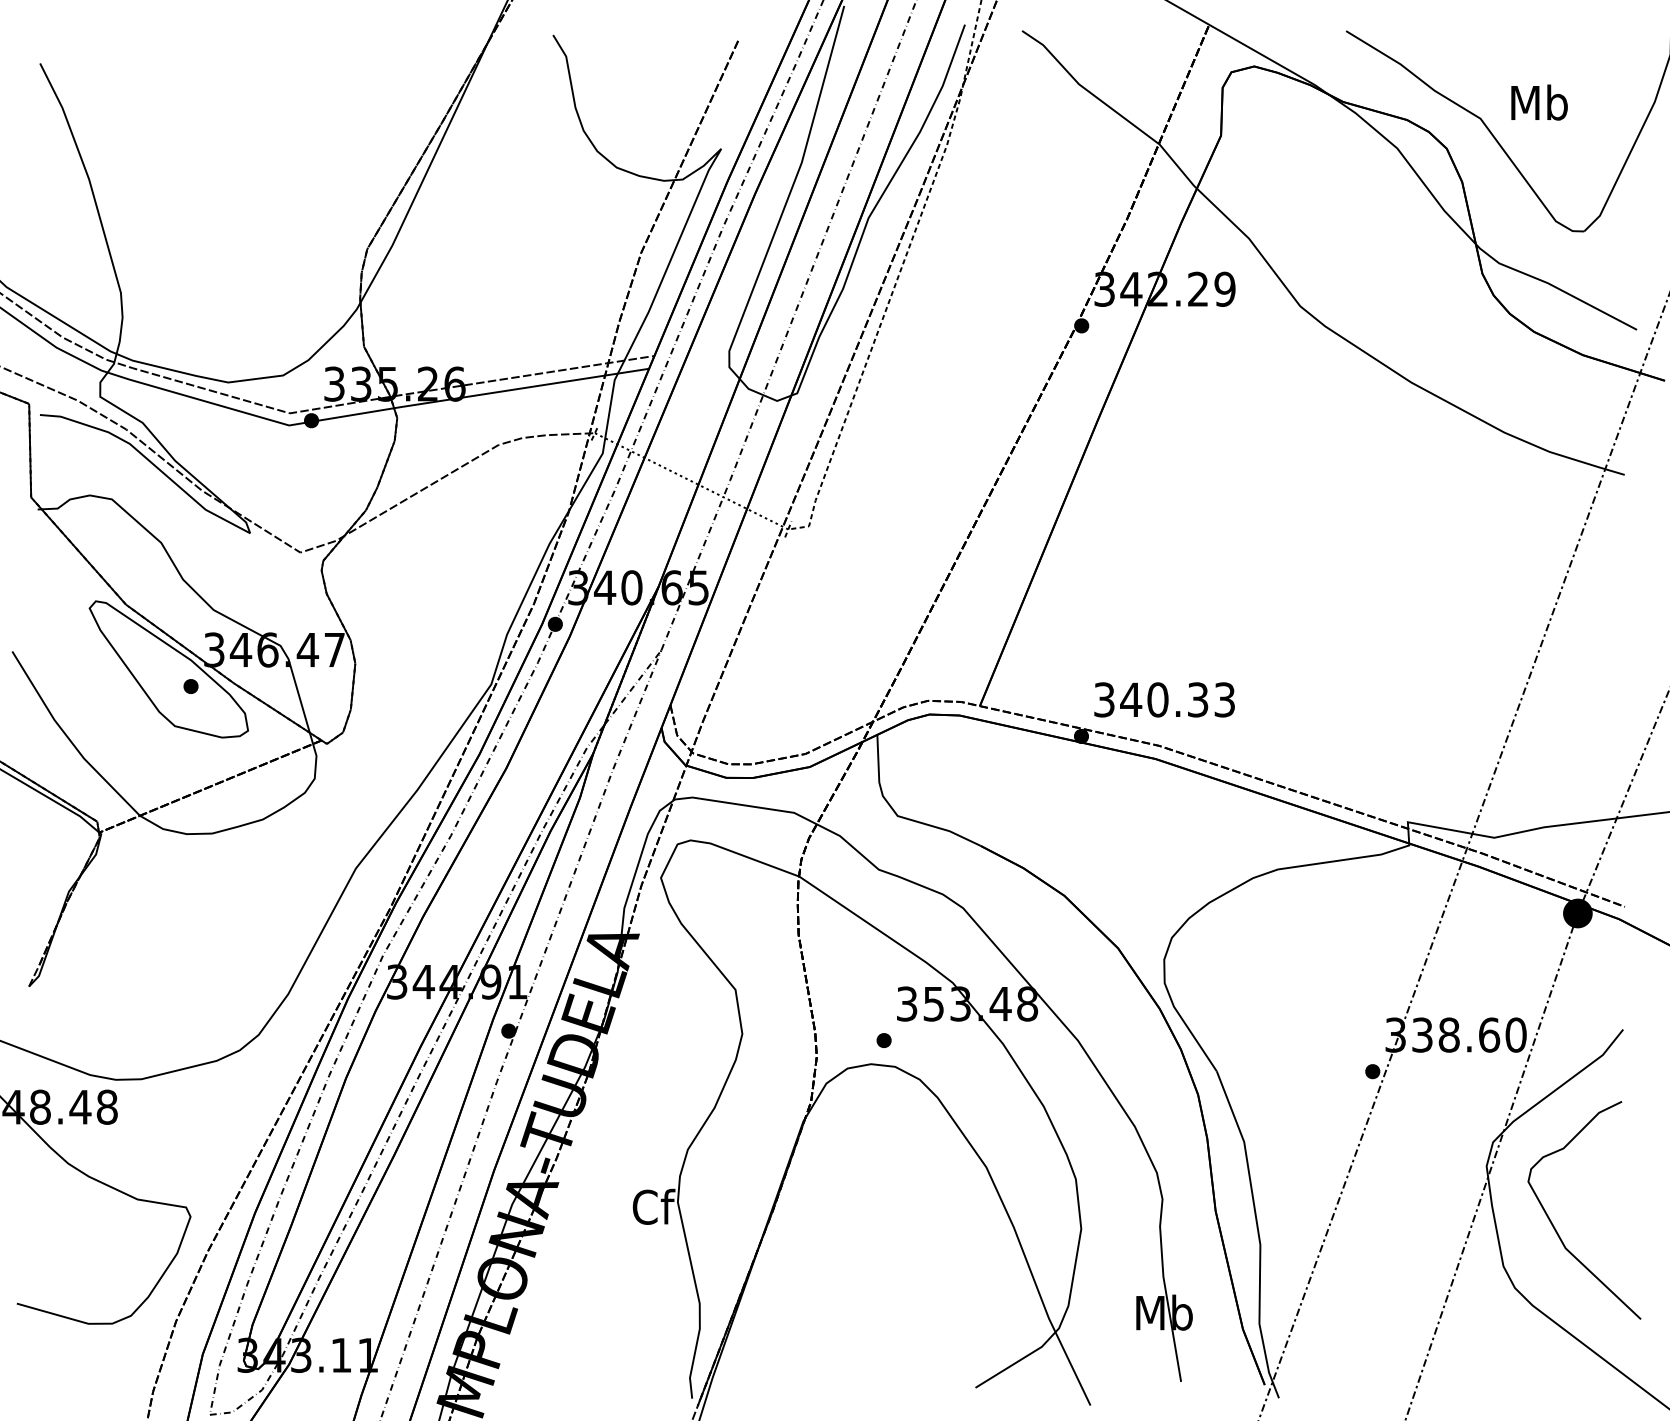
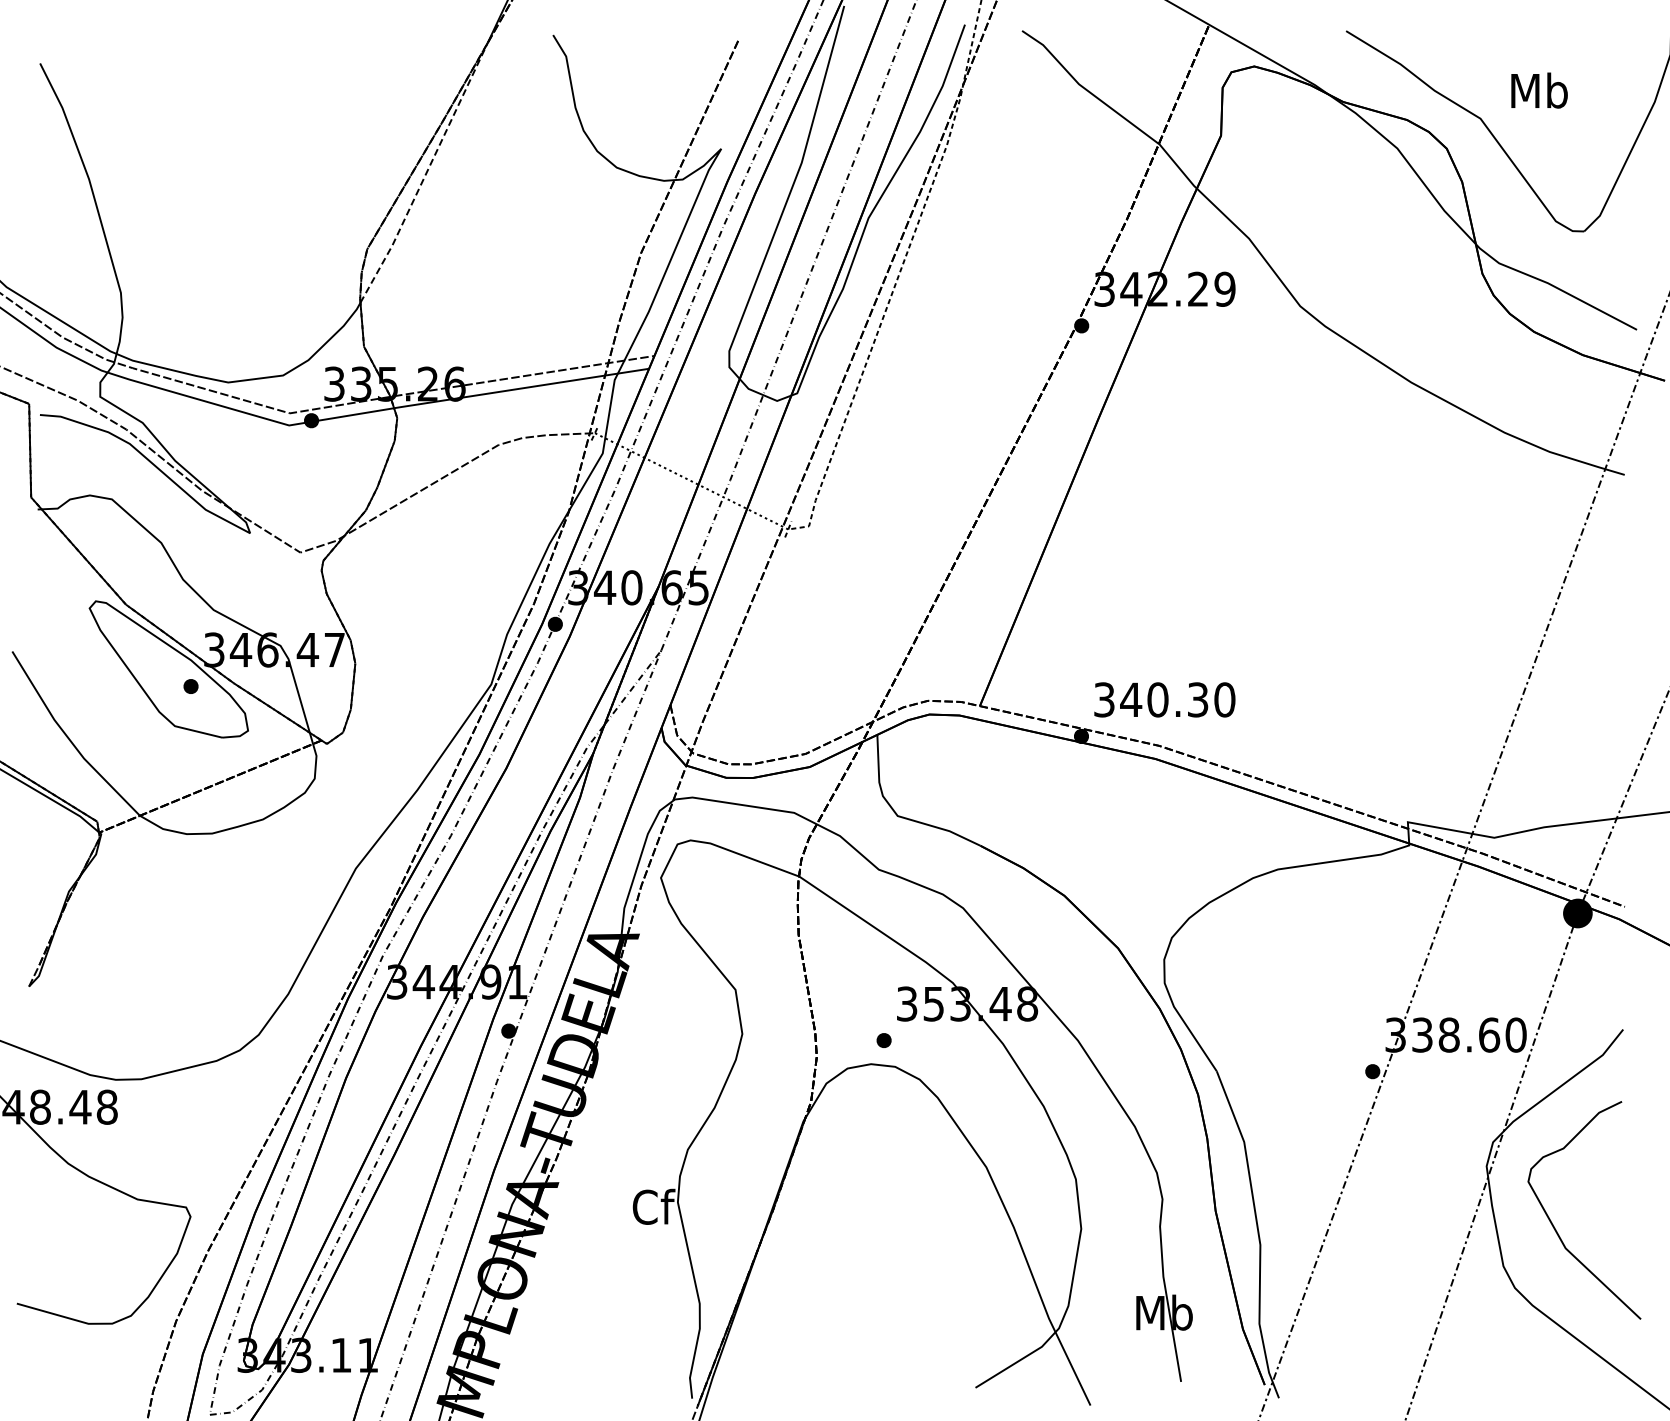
text at (1539, 102) position: (1539, 102) -> (1539, 90)
line at (426, 174): solid -> dashed
text at (1224, 699): 340.33 -> 340.30
